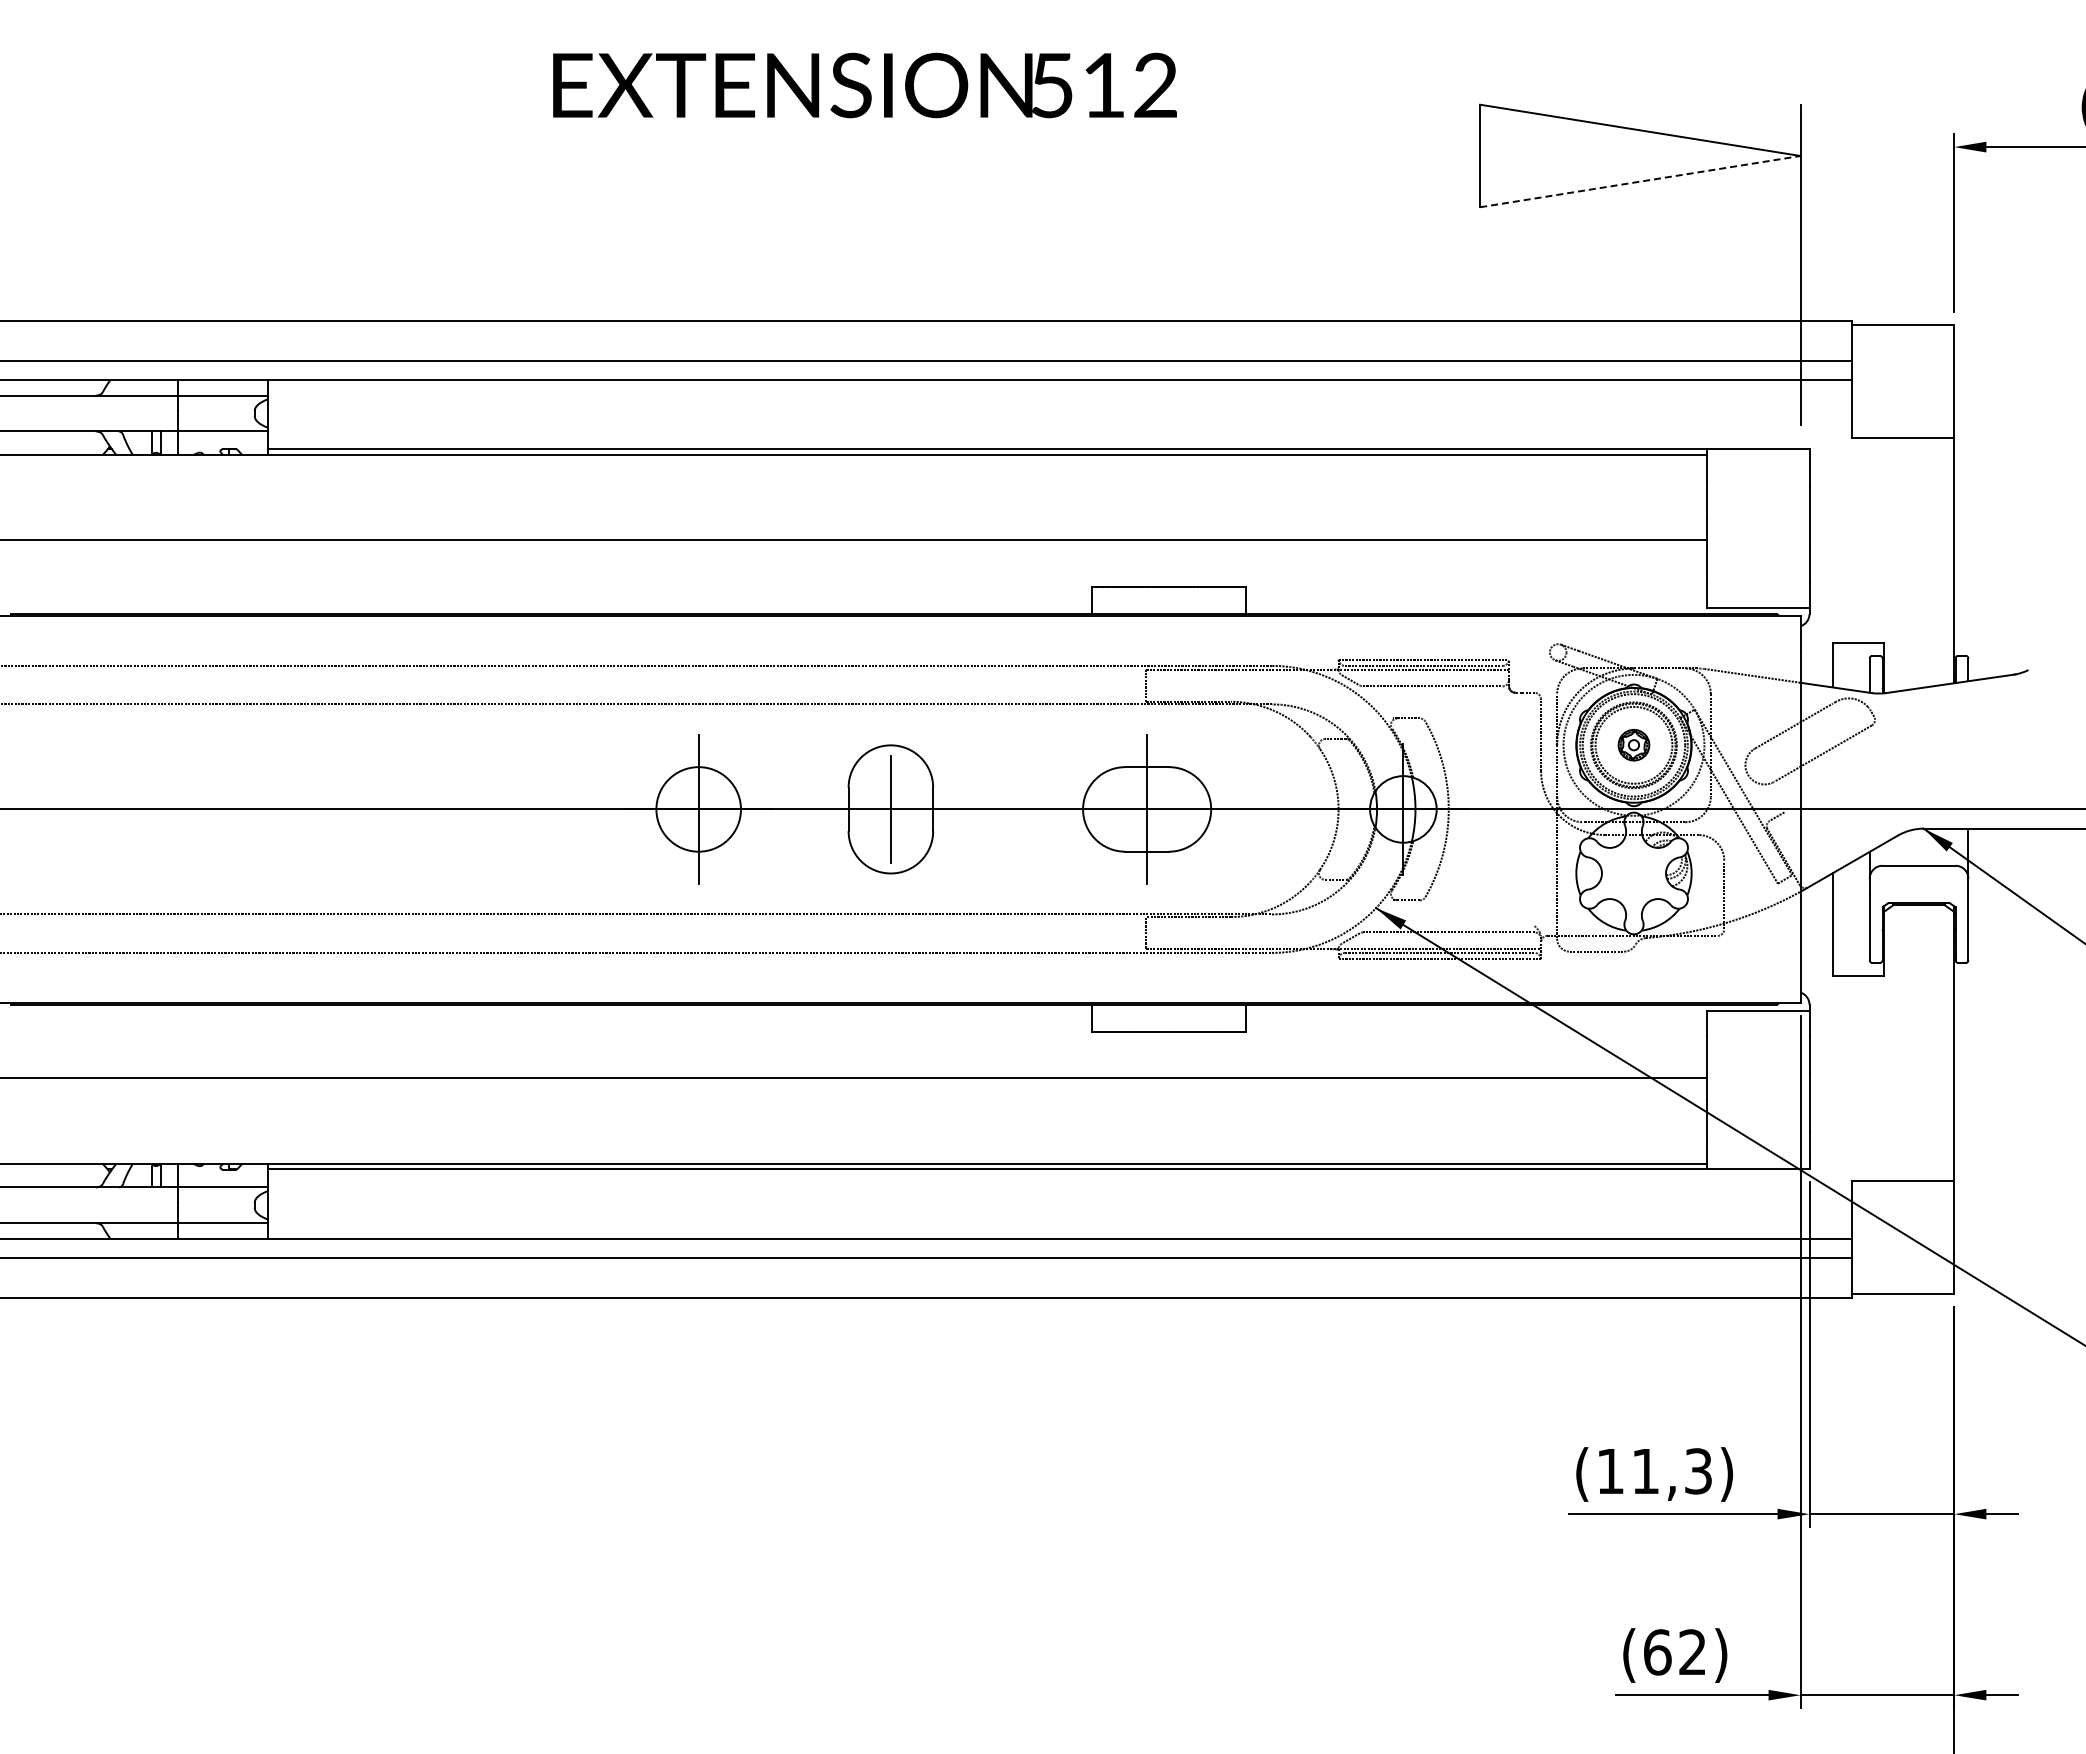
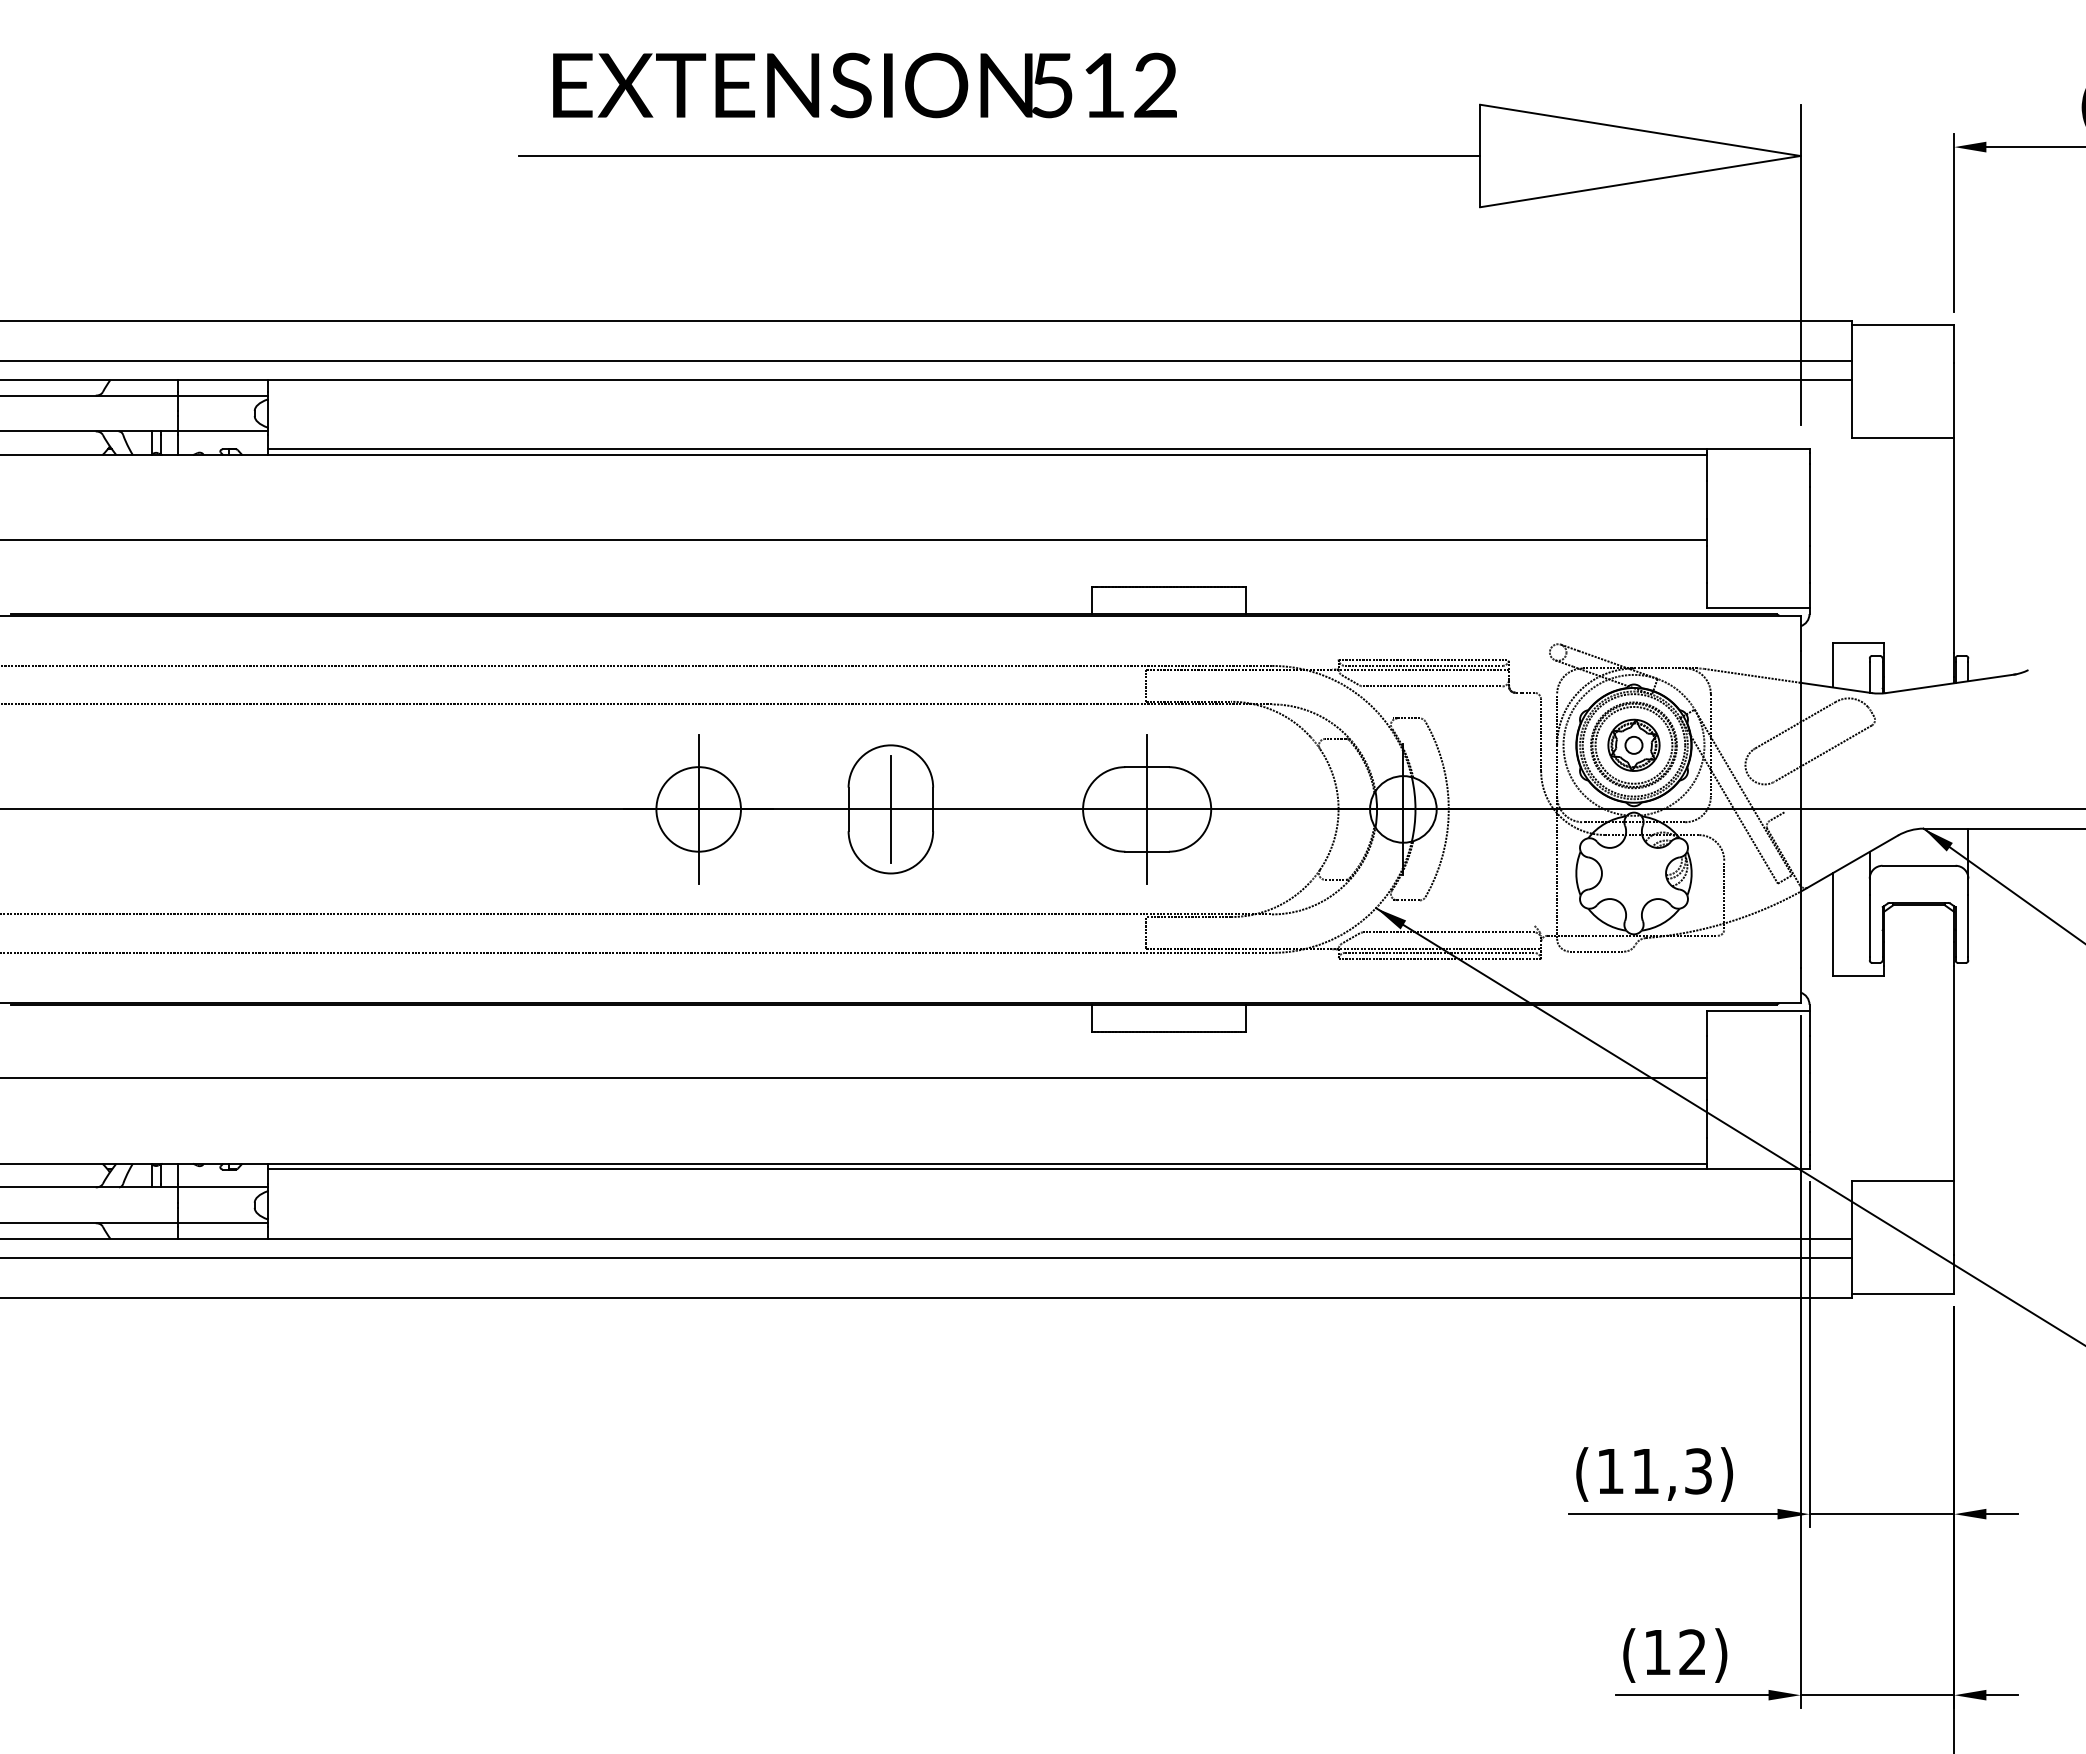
line at (999, 156): none -> present
line at (1640, 181): dashed -> solid
part at (1633, 744) size: 34x34 px -> 54x54 px
text at (1657, 1652): (62) -> (12)
